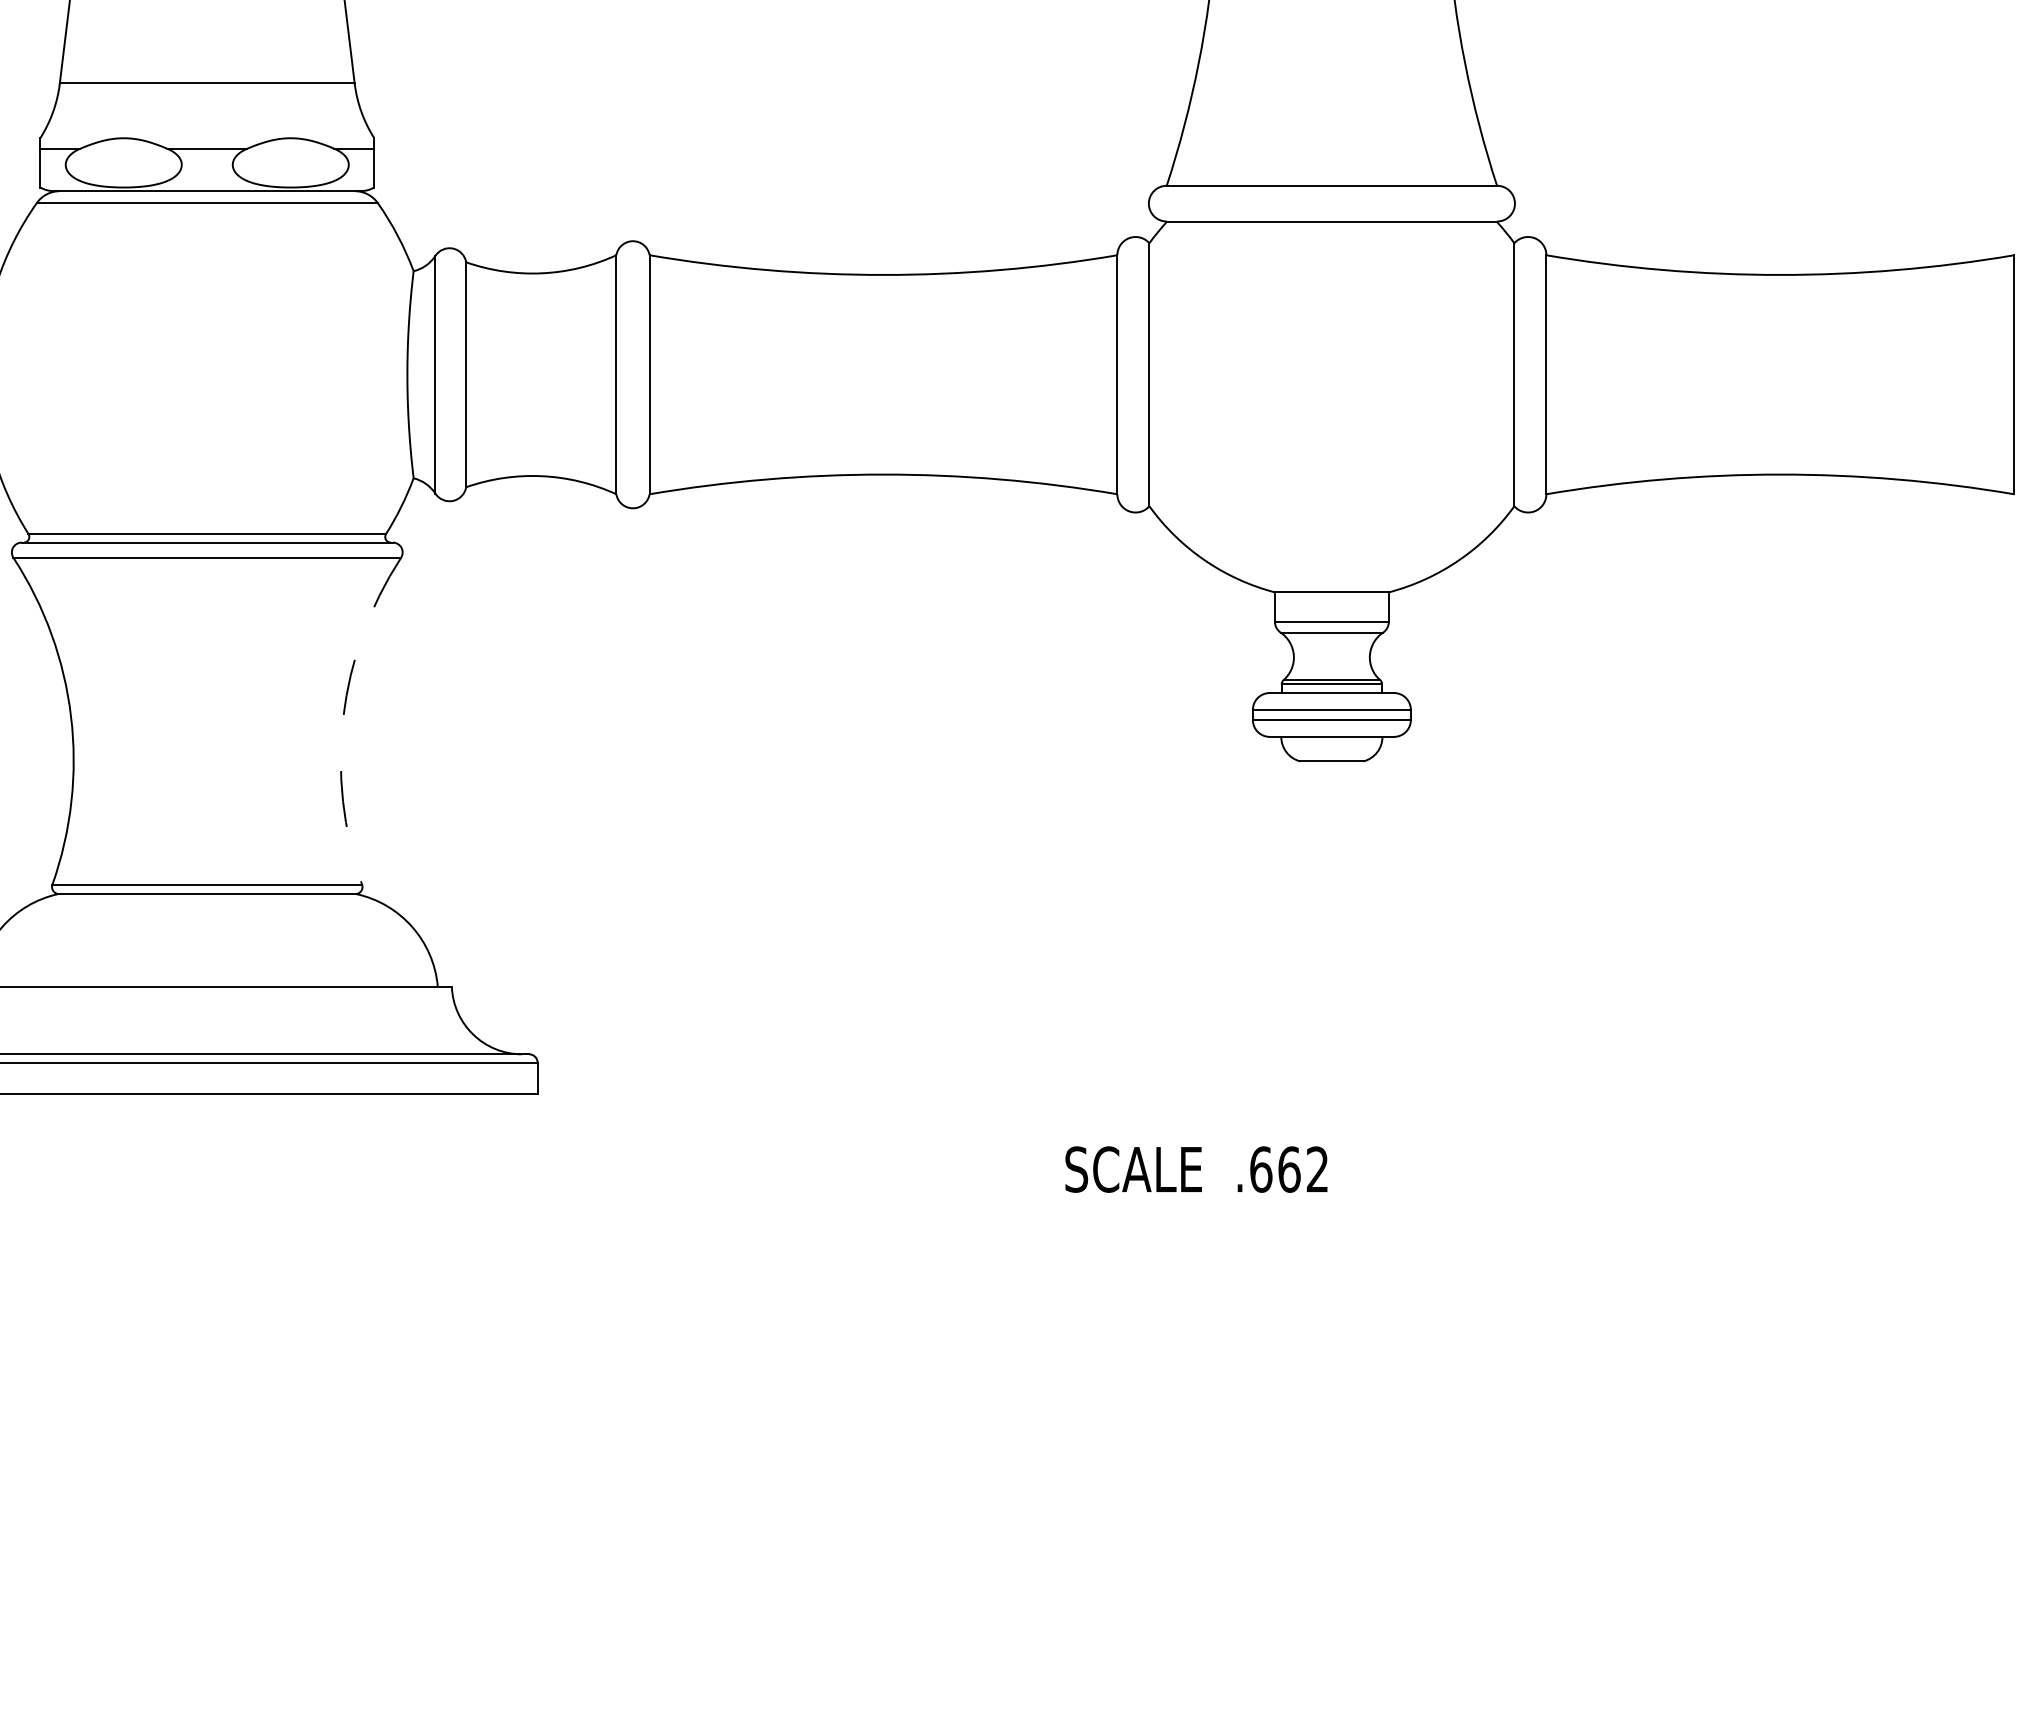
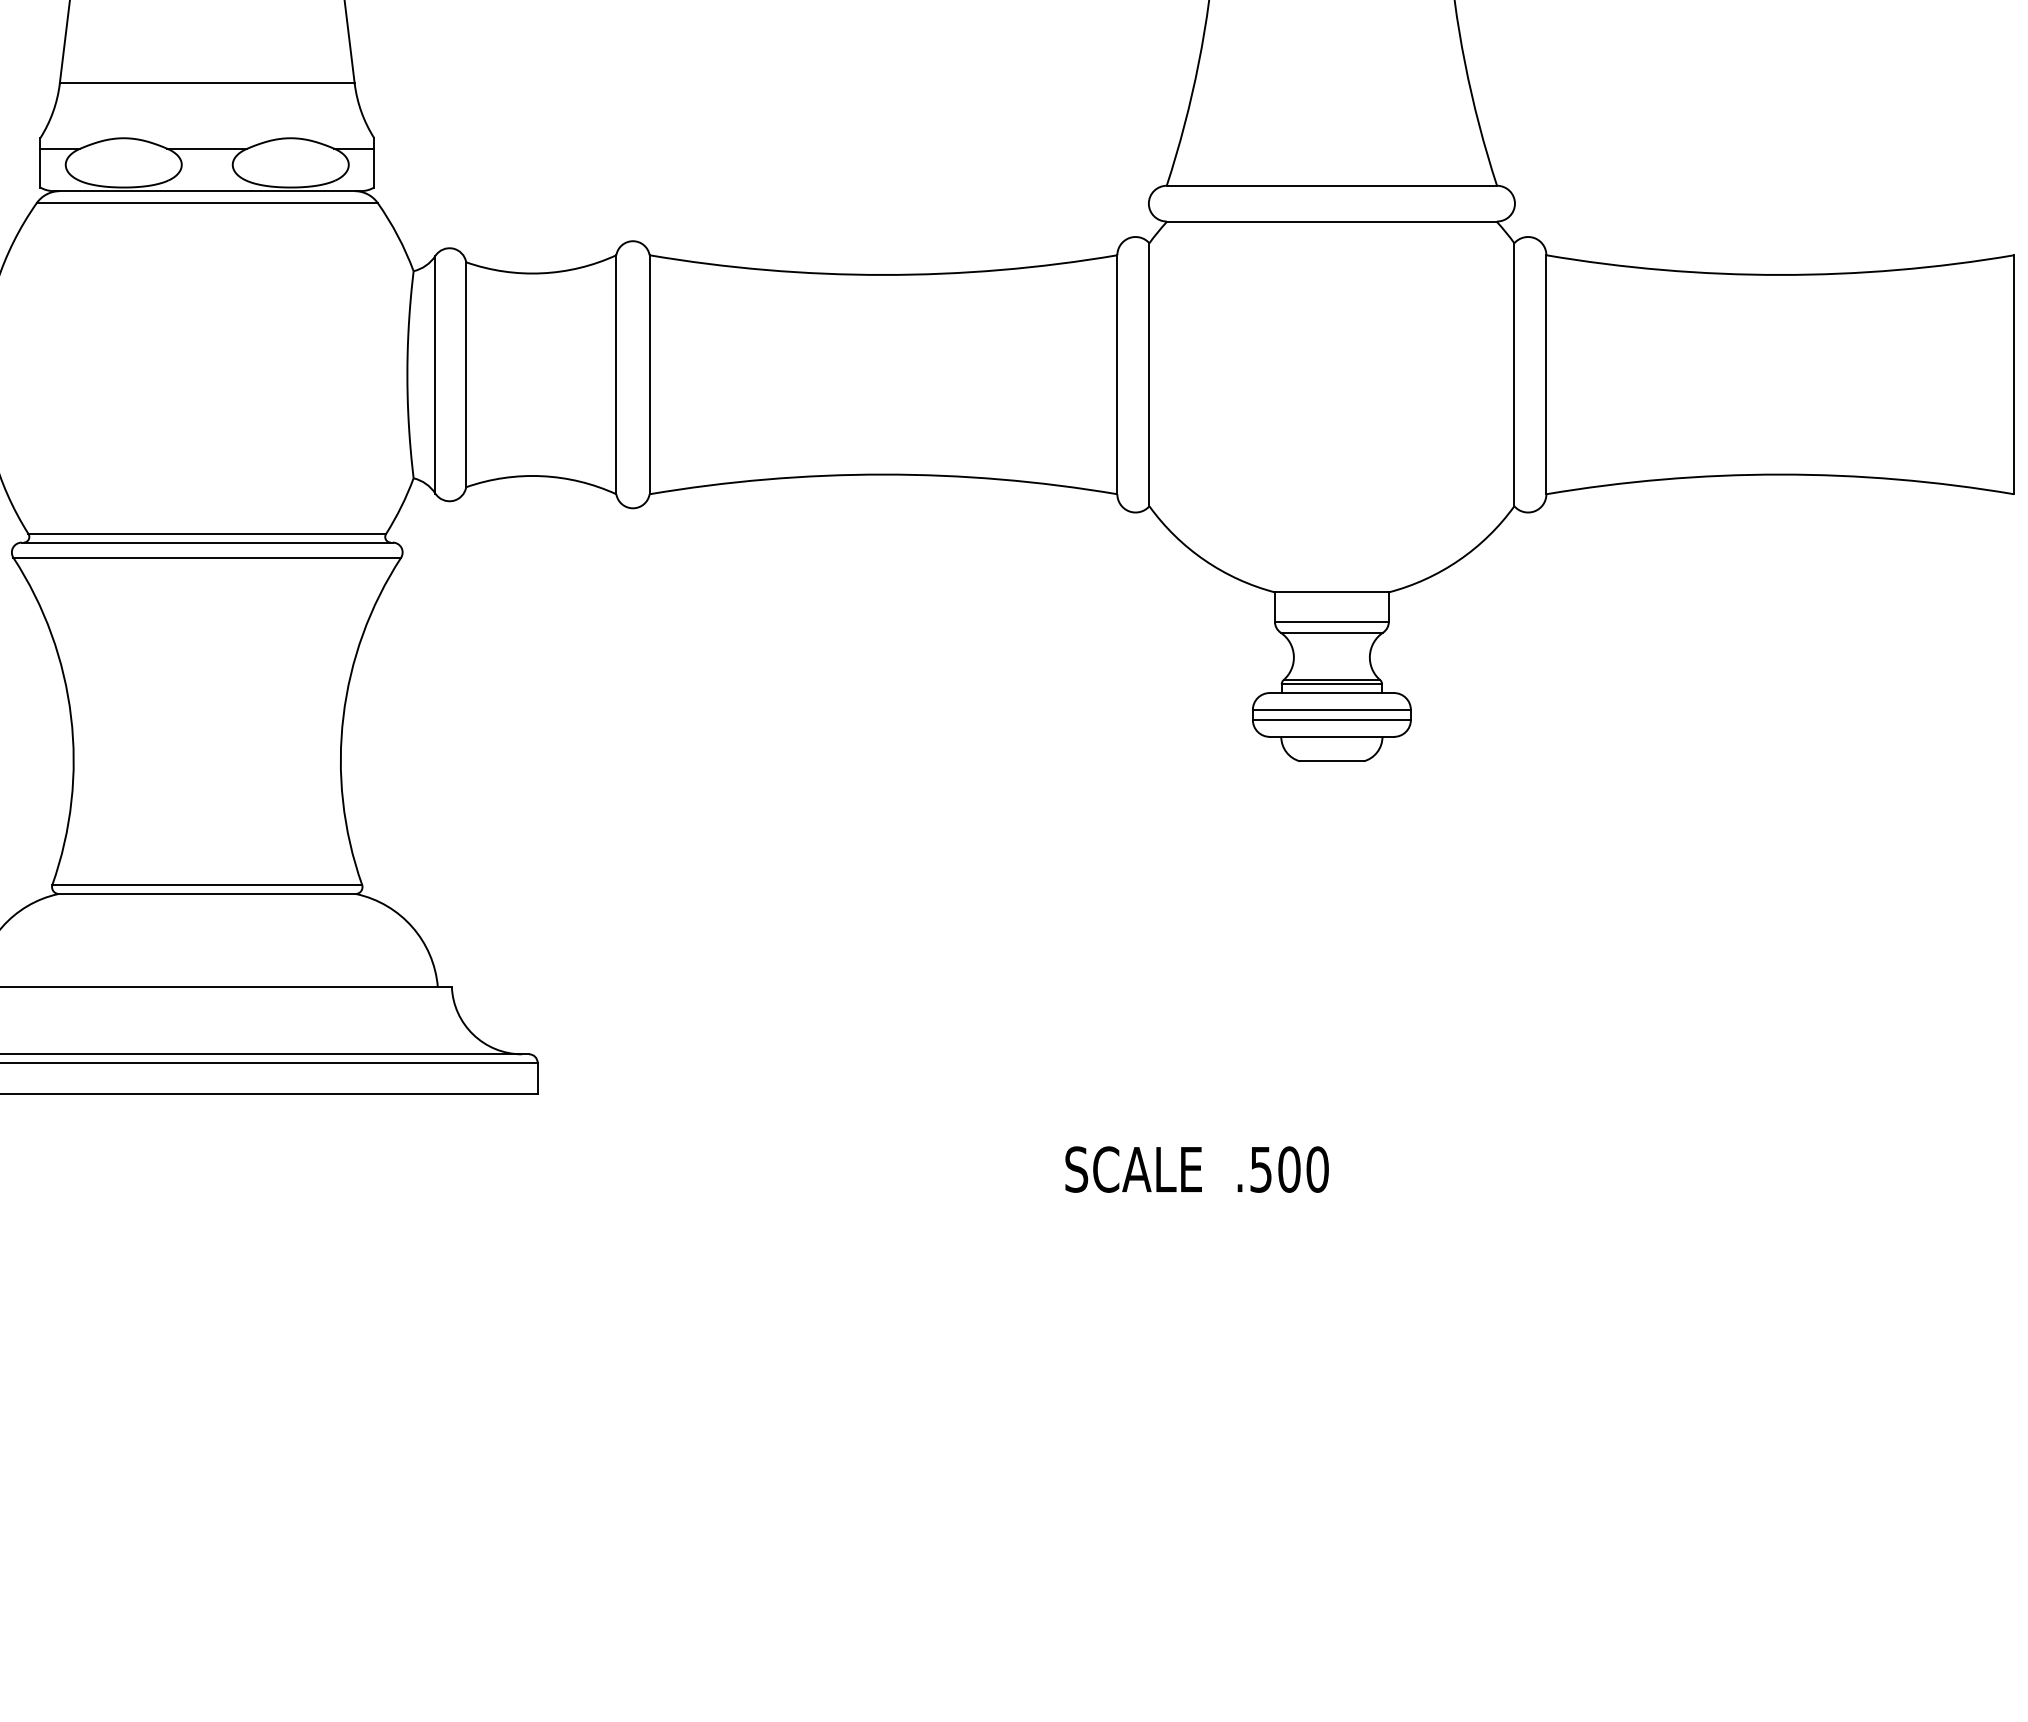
arc at (343, 716): dashed -> solid
text at (1289, 1169): .662 -> .500
